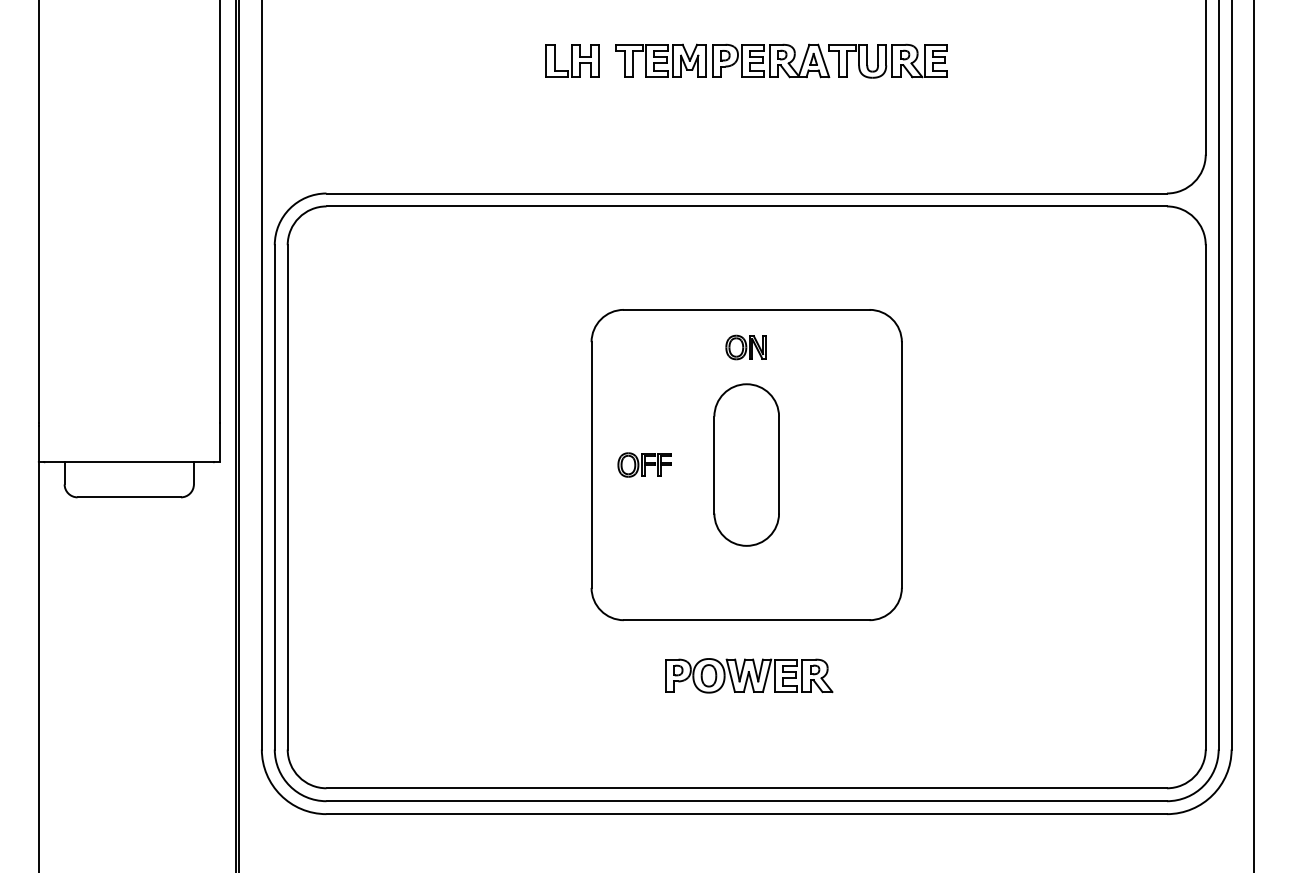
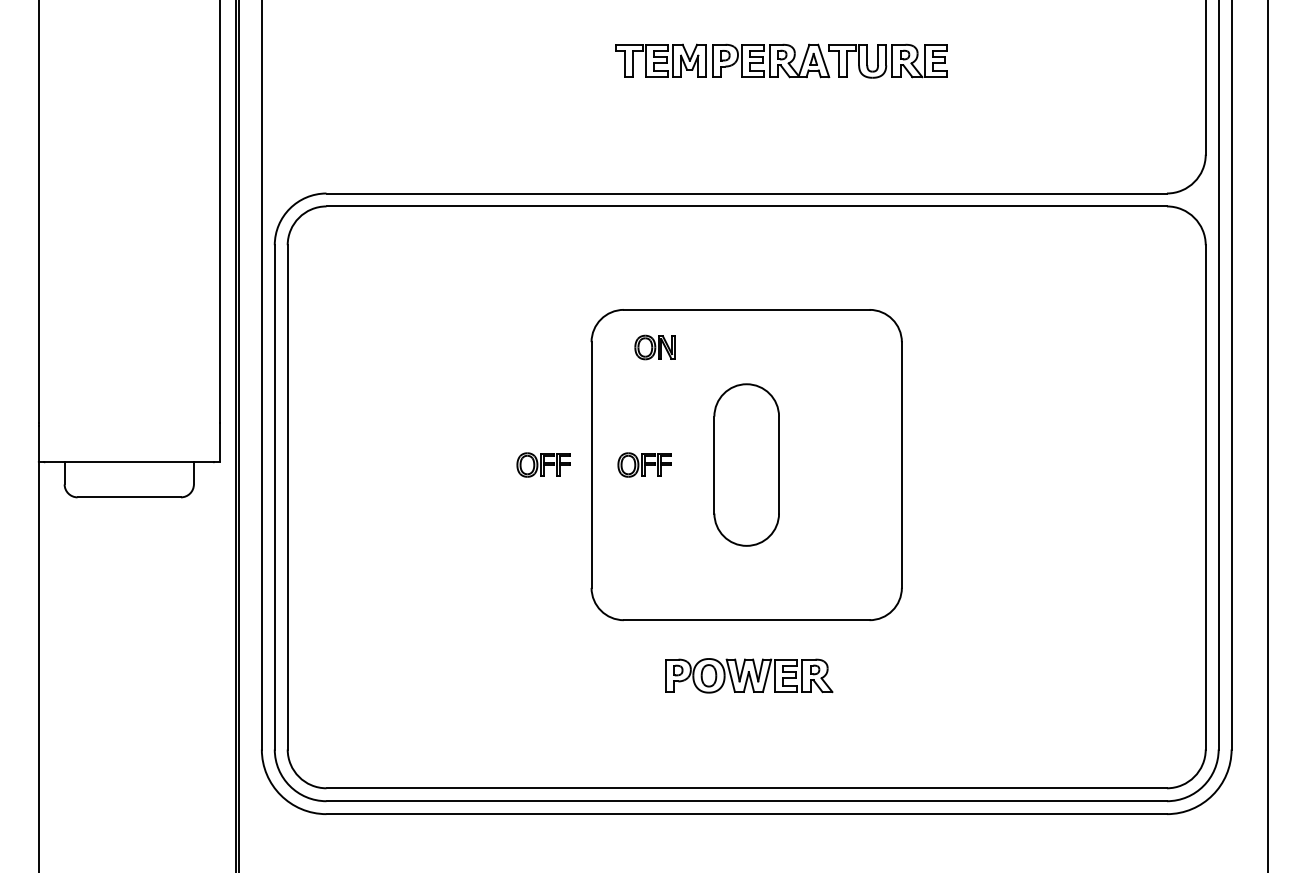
part at (572, 60): present -> none
part at (745, 347) position: (745, 347) -> (654, 347)
line at (1254, 435) position: (1254, 435) -> (1268, 435)
part at (543, 464): none -> present
